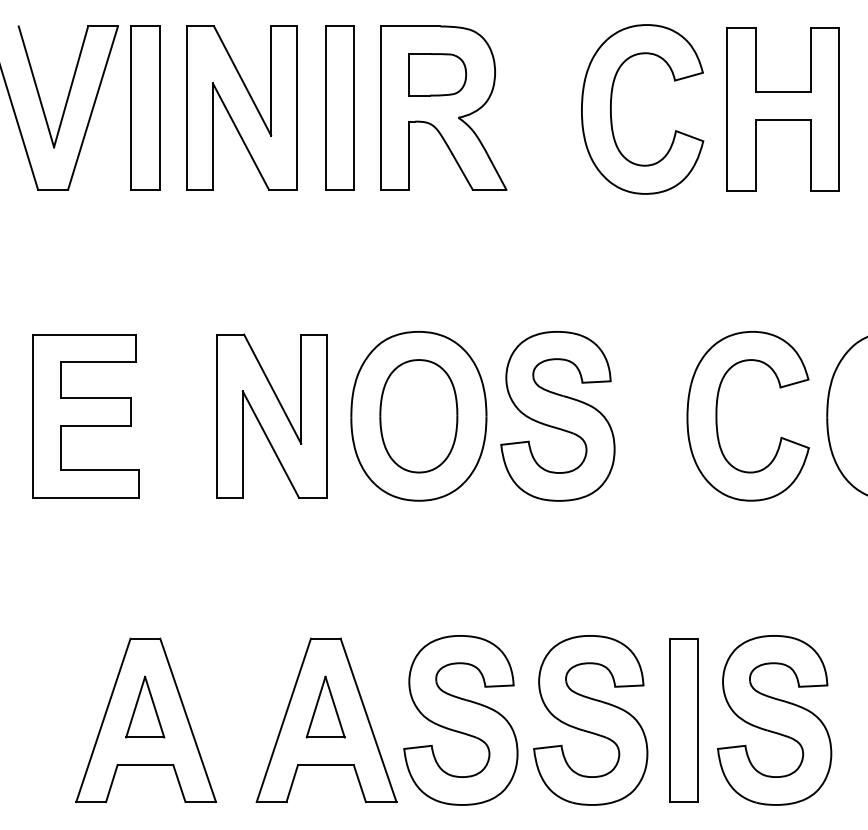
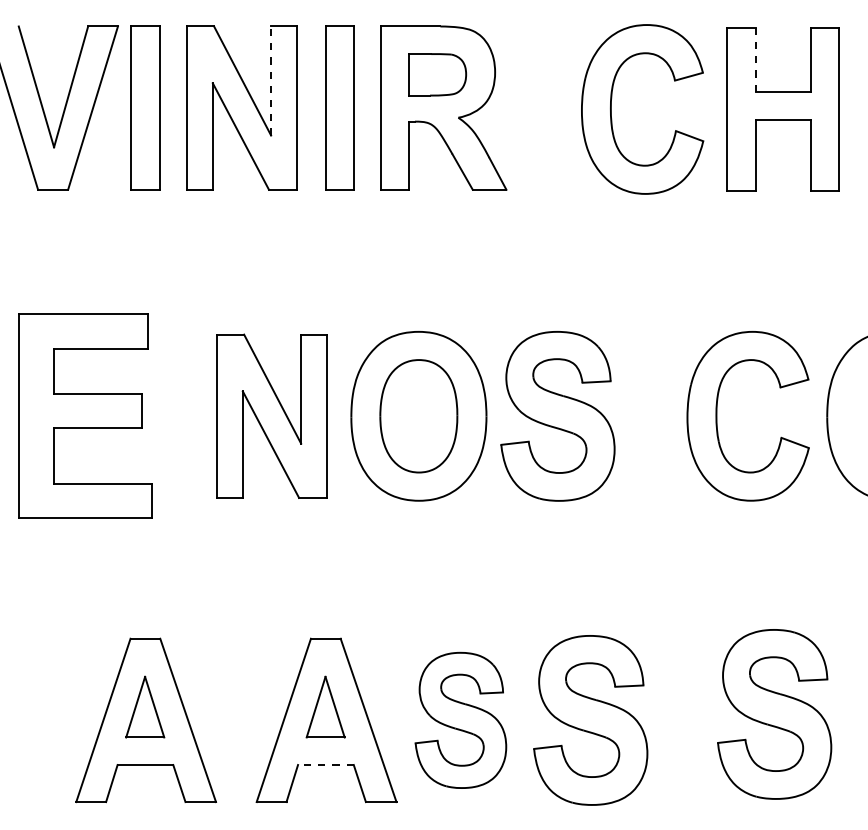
line at (755, 60): solid -> dashed
line at (271, 81): solid -> dashed
part at (85, 416) size: 108x165 px -> 135x206 px
part at (460, 720) size: 116x171 px -> 94x138 px
part at (683, 720): present -> none
part at (774, 720) position: (774, 720) -> (774, 714)
line at (325, 765): solid -> dashed
